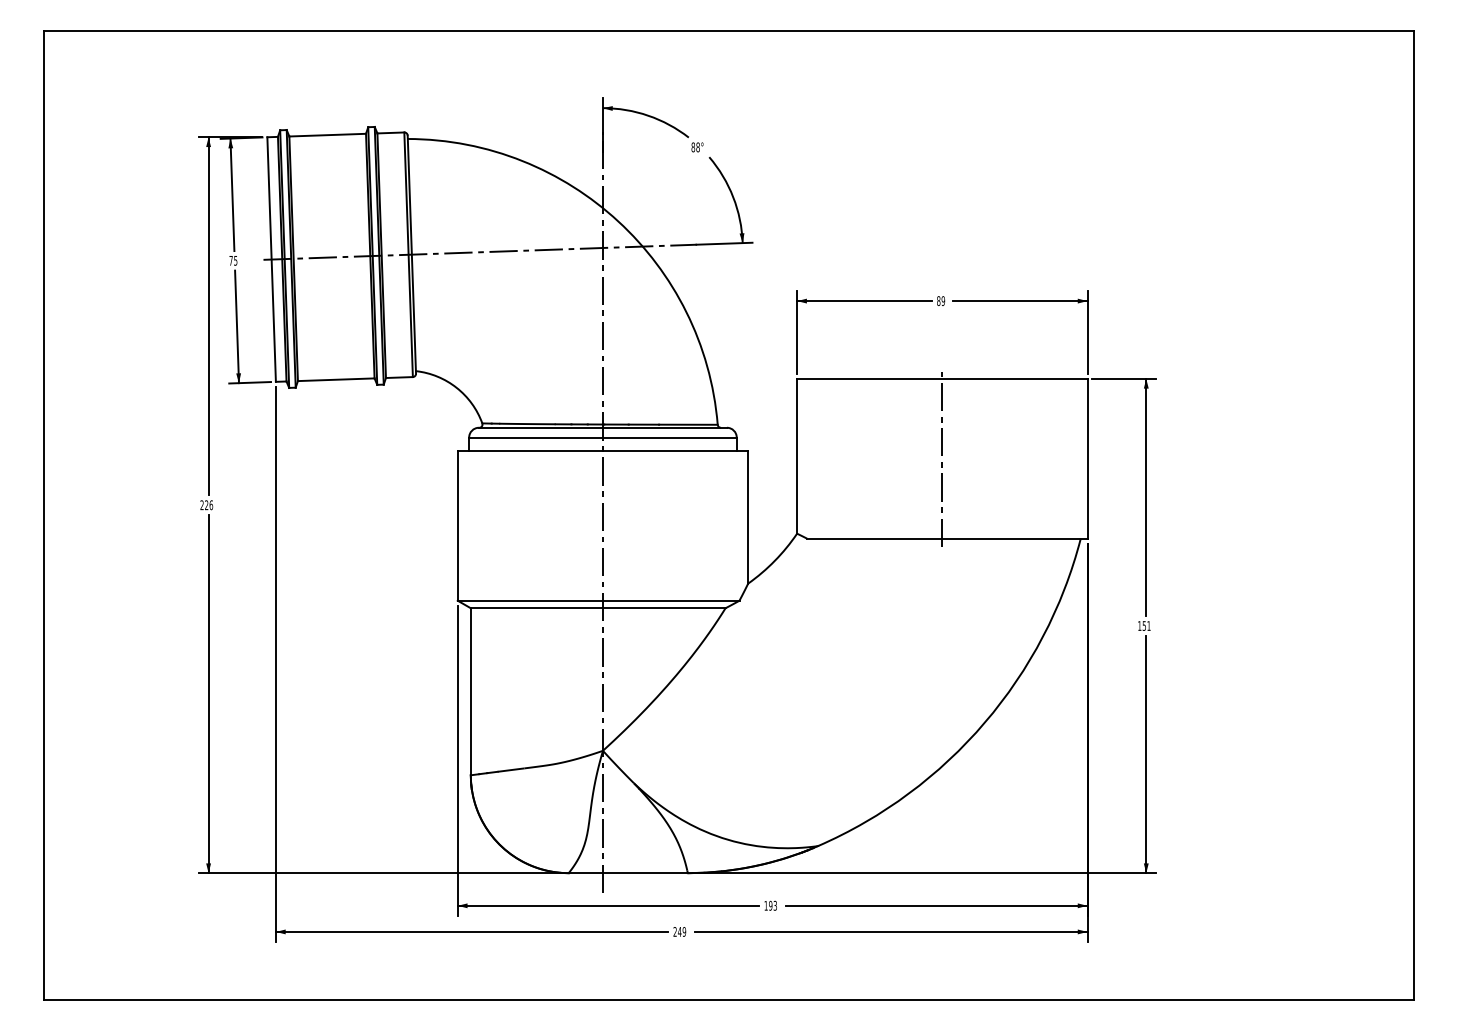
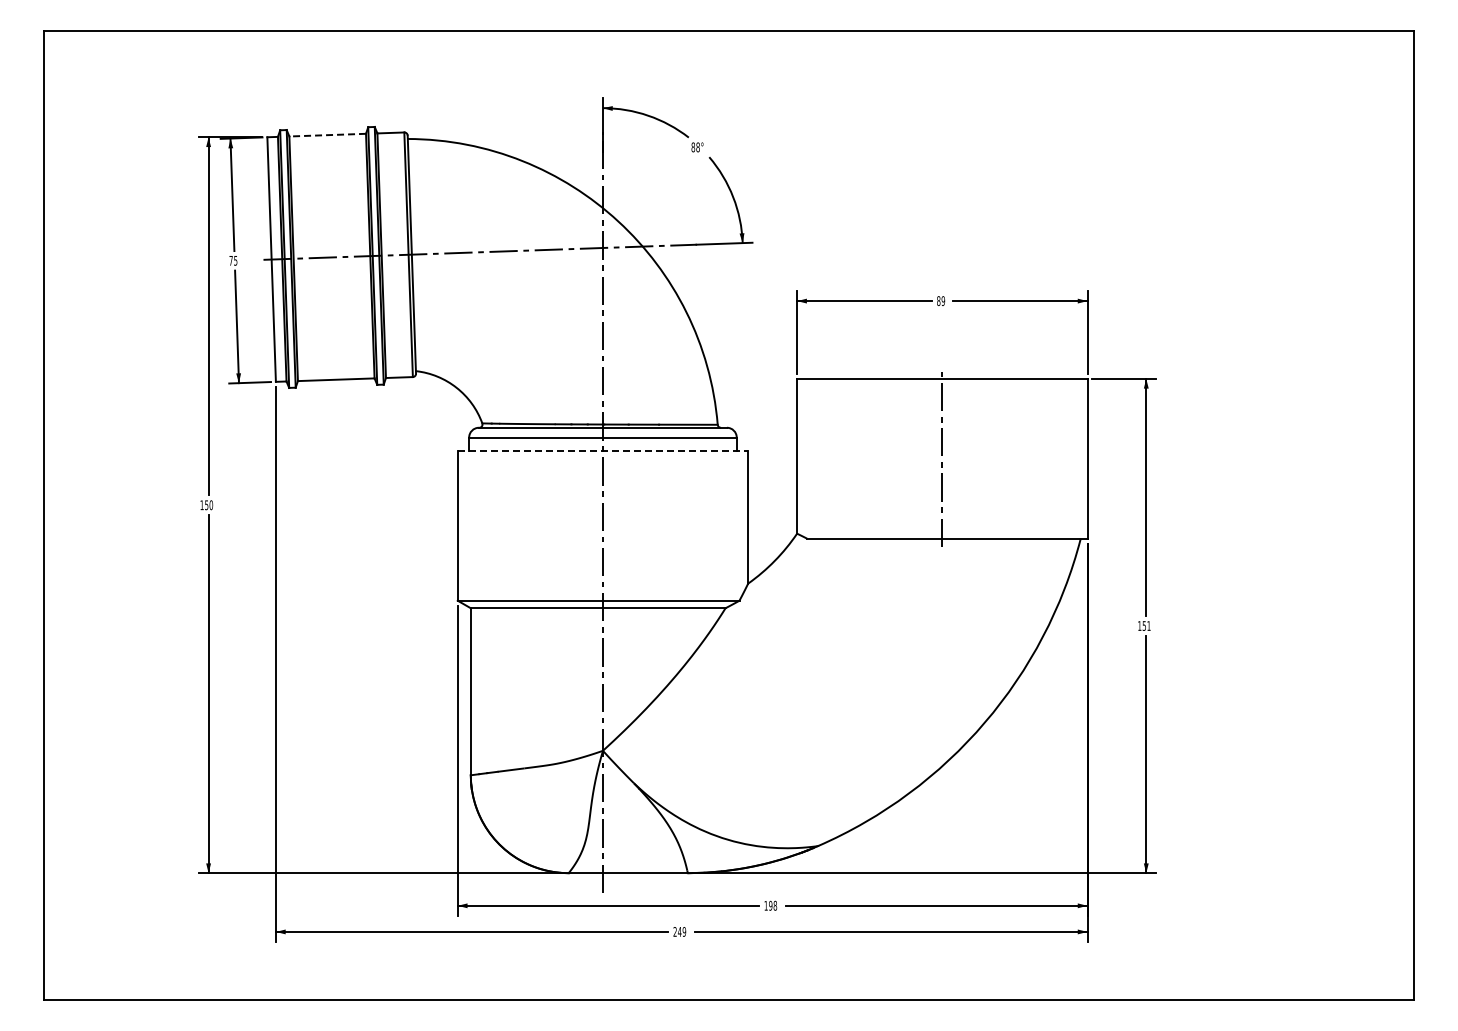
line at (327, 135): solid -> dashed
line at (603, 450): solid -> dashed
text at (206, 505): 226 -> 150
text at (775, 905): 193 -> 198
